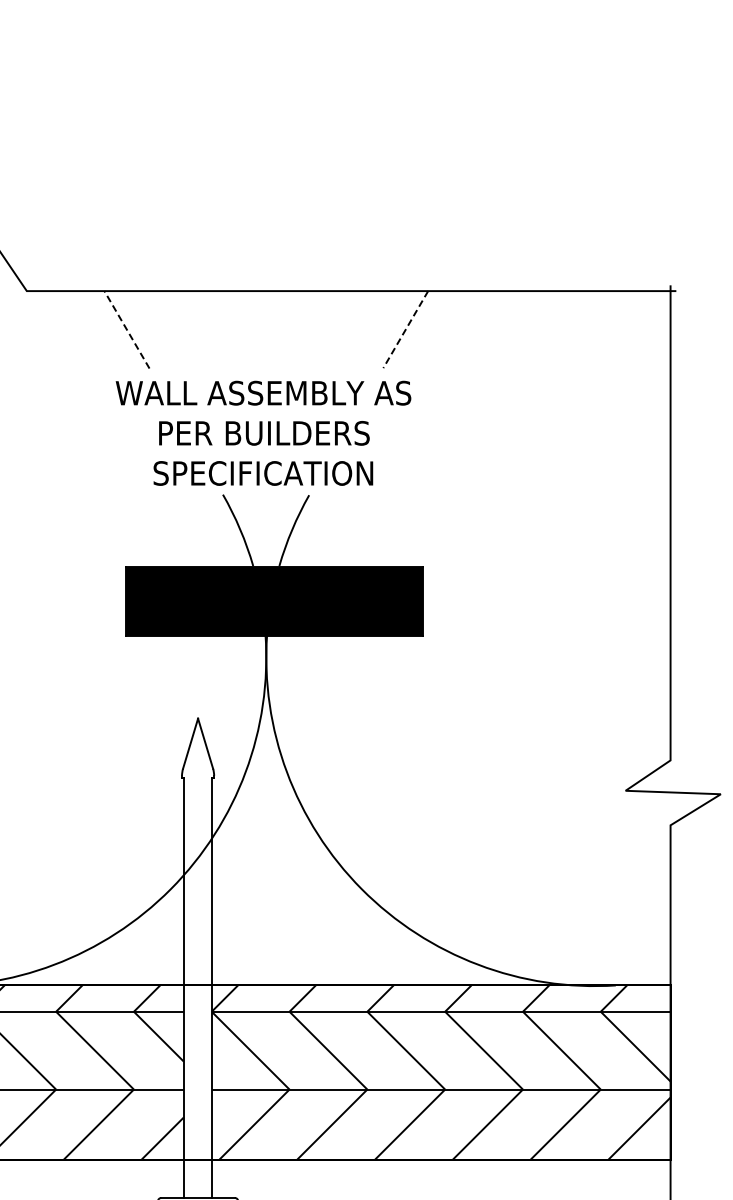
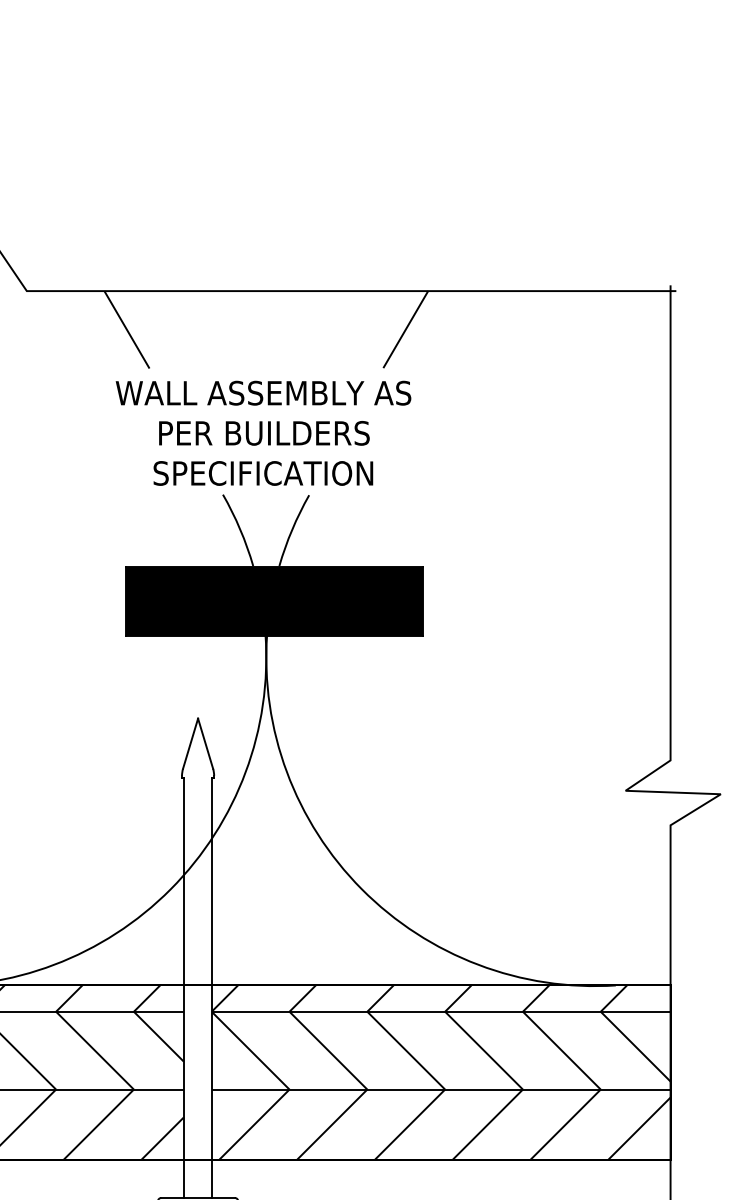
line at (126, 329): dashed -> solid
line at (405, 329): dashed -> solid
